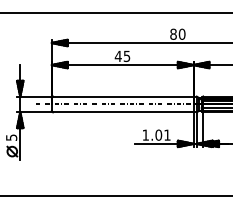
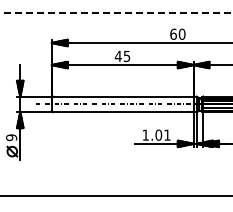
line at (116, 12): solid -> dashed
text at (173, 33): 80 -> 60
text at (11, 137): 5 -> 9
